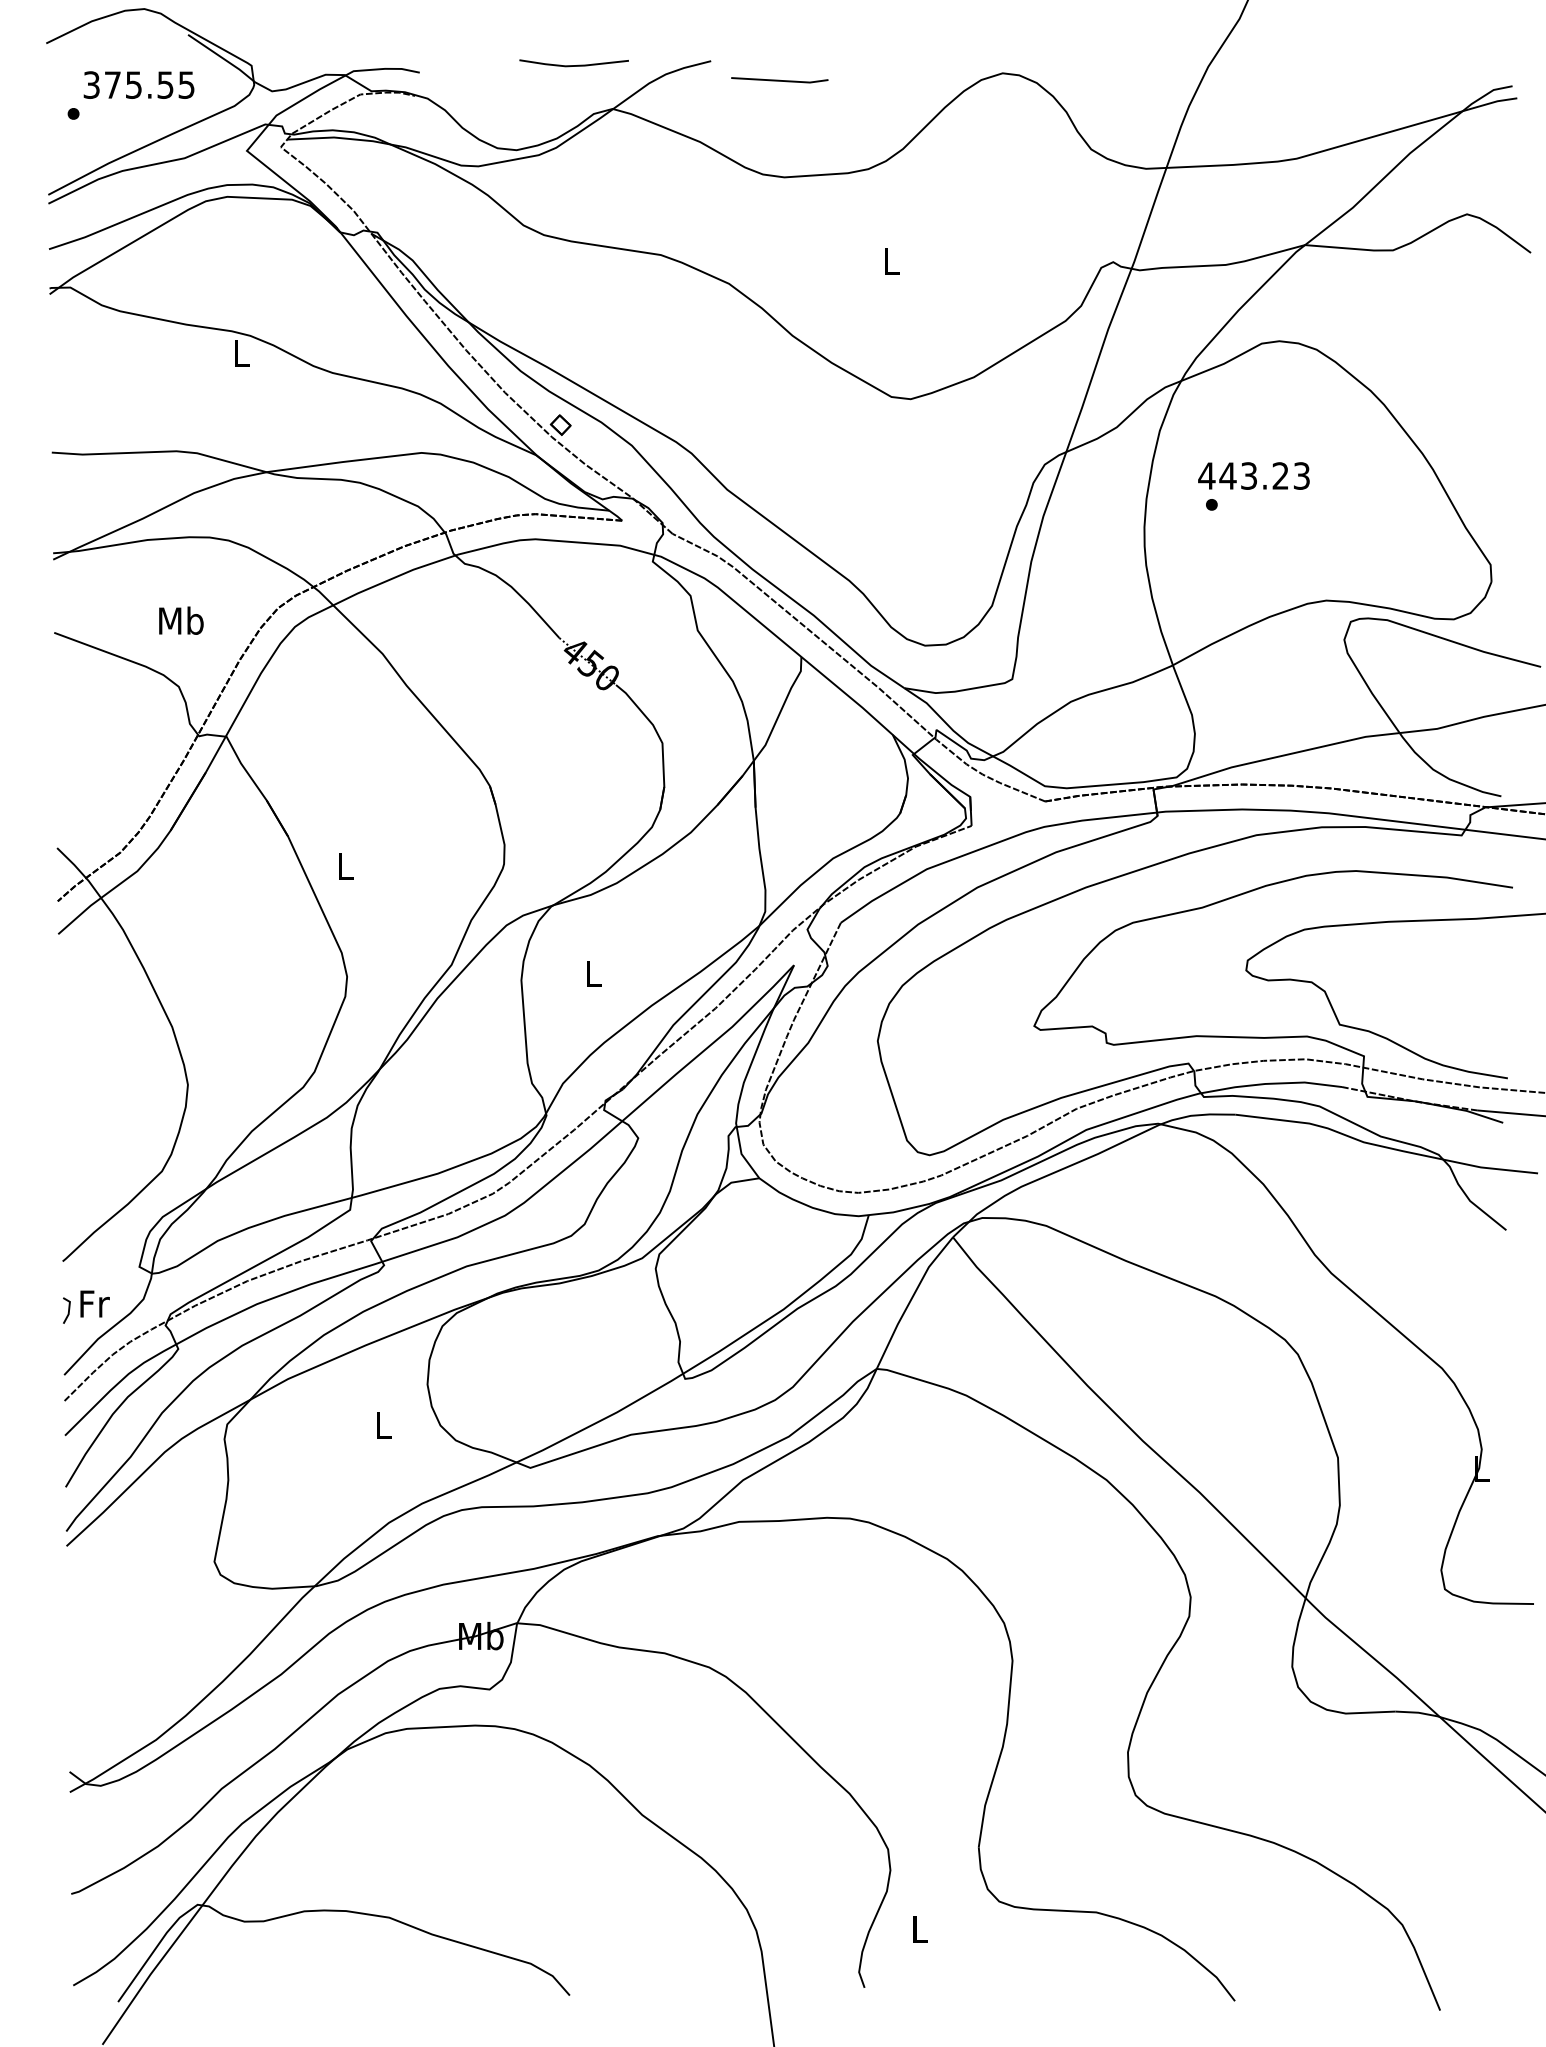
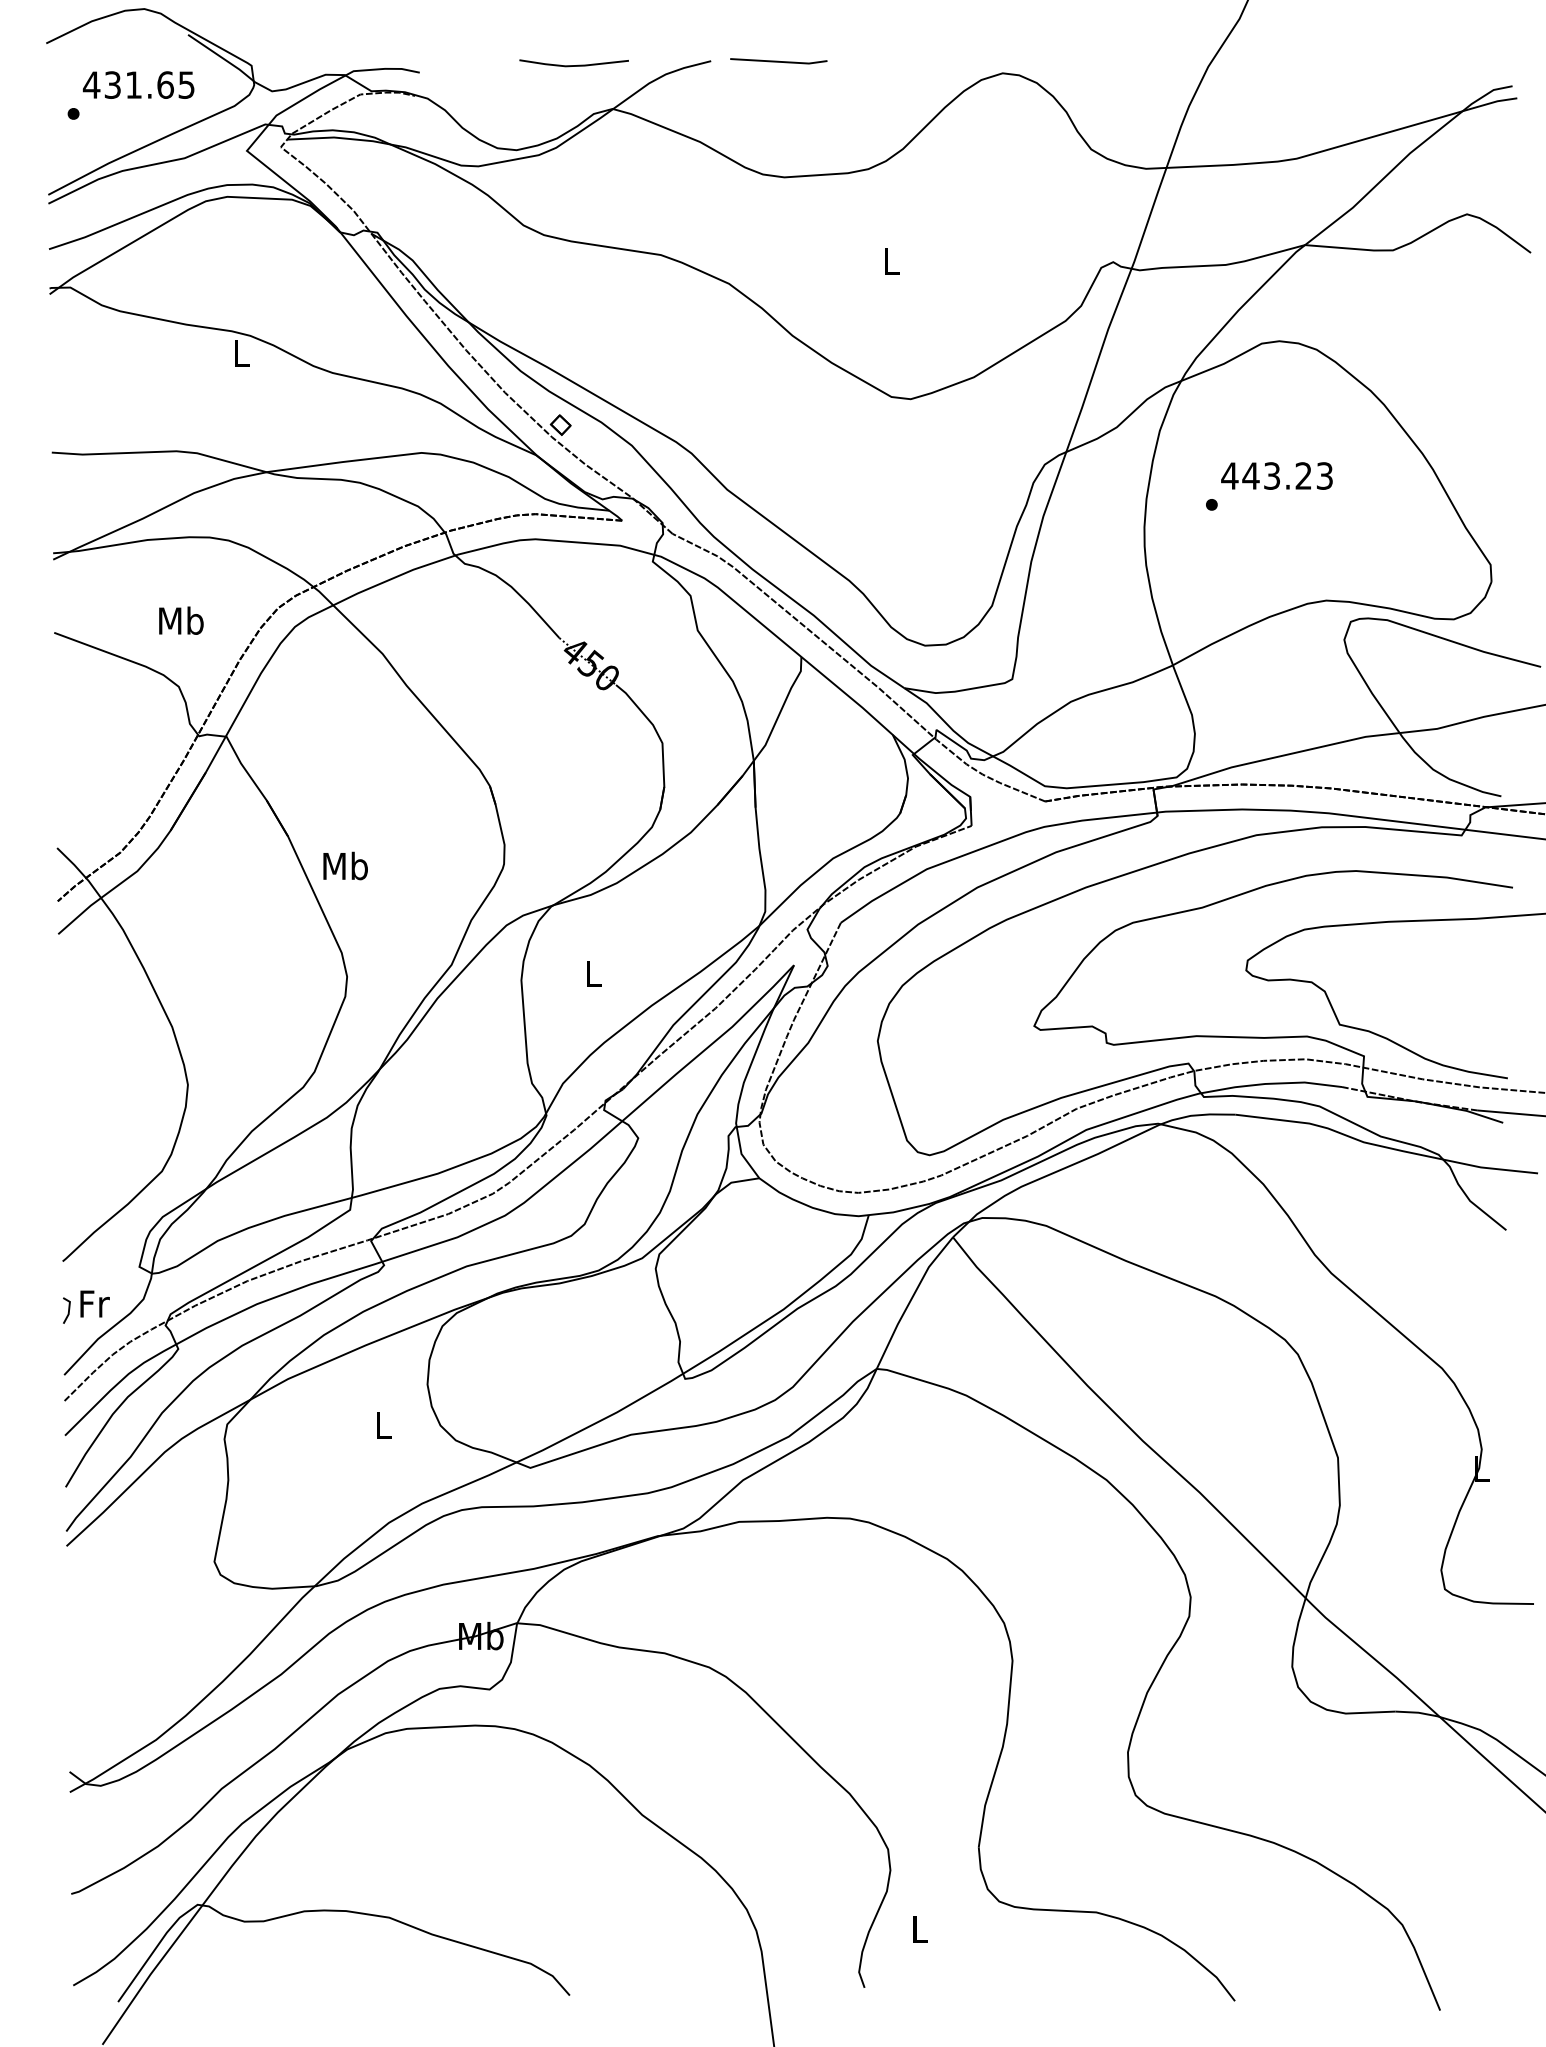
line at (779, 80) position: (779, 80) -> (778, 61)
text at (127, 84): 375.55 -> 431.65
text at (1253, 475) position: (1253, 475) -> (1276, 475)
text at (345, 865): L -> Mb
